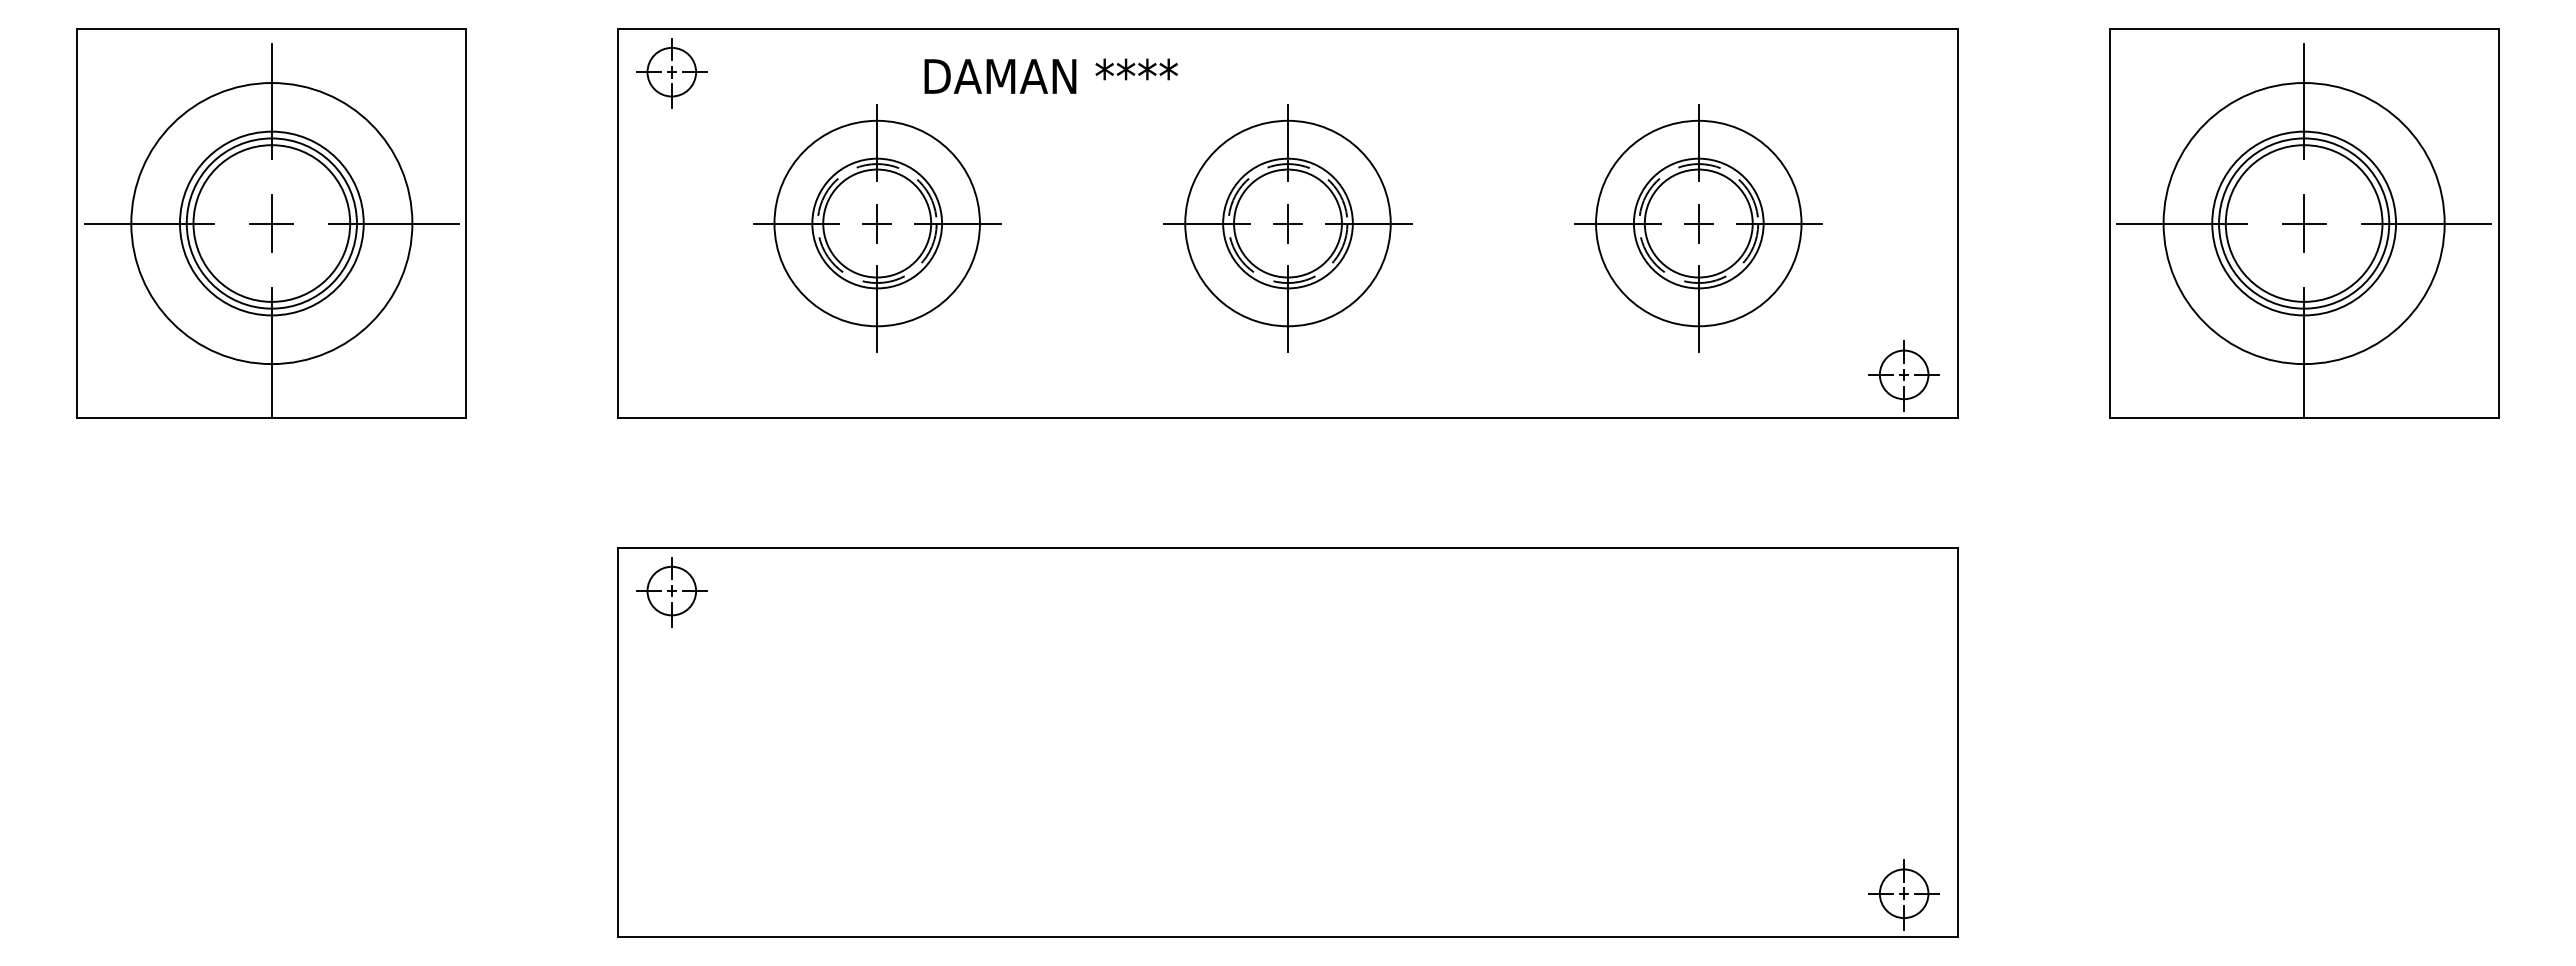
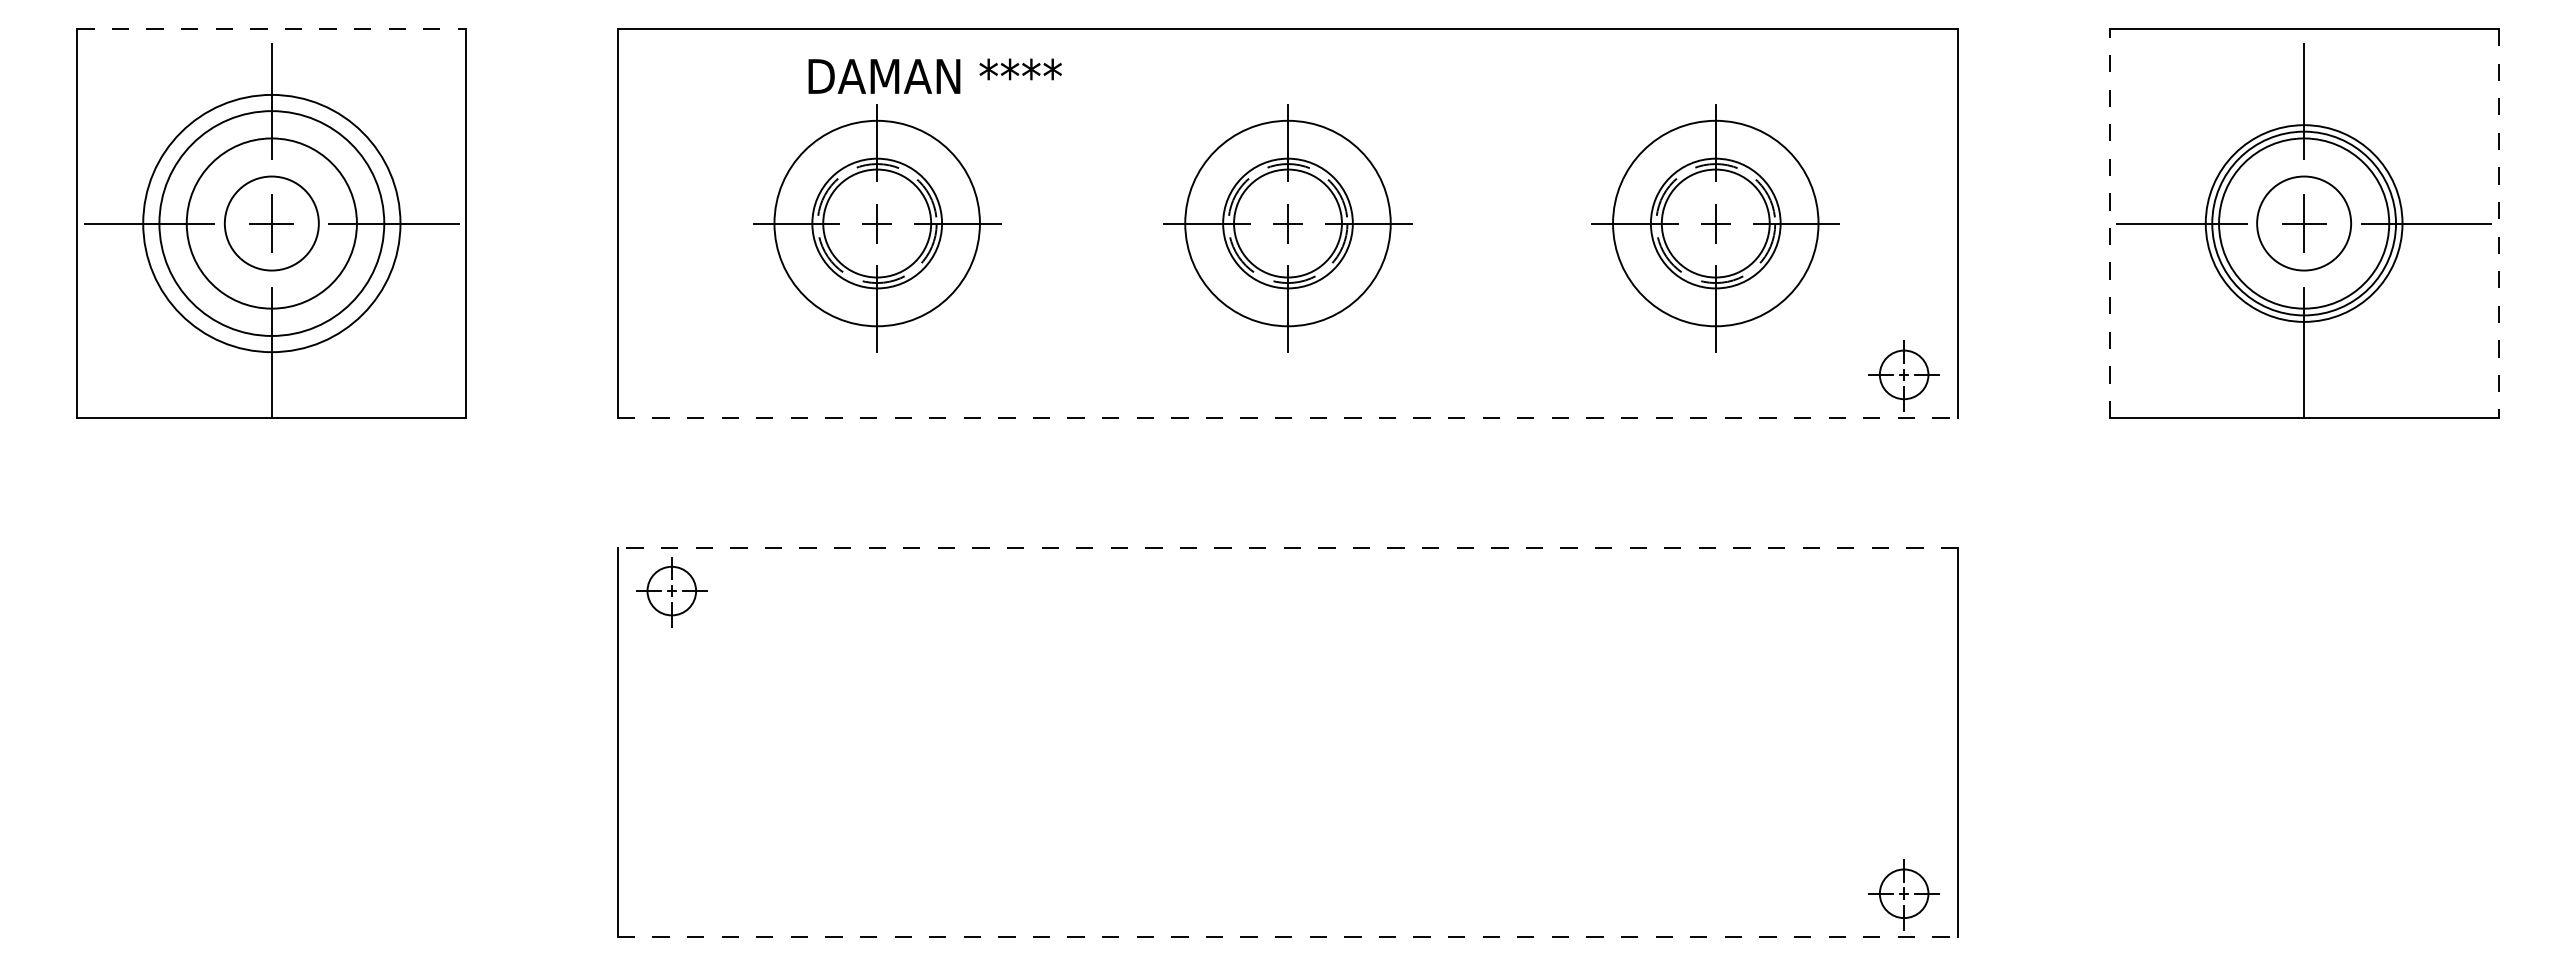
line at (271, 28): solid -> dashed
part at (671, 73): present -> none
text at (1050, 75) position: (1050, 75) -> (934, 75)
circle at (271, 223) diameter: 157 px -> 94 px
circle at (271, 223) diameter: 184 px -> 257 px
circle at (271, 223) diameter: 281 px -> 225 px
line at (2109, 223): solid -> dashed
circle at (2303, 223) diameter: 157 px -> 94 px
circle at (2303, 223) diameter: 281 px -> 197 px
line at (2498, 223): solid -> dashed
part at (1698, 228) position: (1698, 228) -> (1715, 228)
line at (1288, 418): solid -> dashed
line at (1287, 547): solid -> dashed
line at (1288, 937): solid -> dashed
